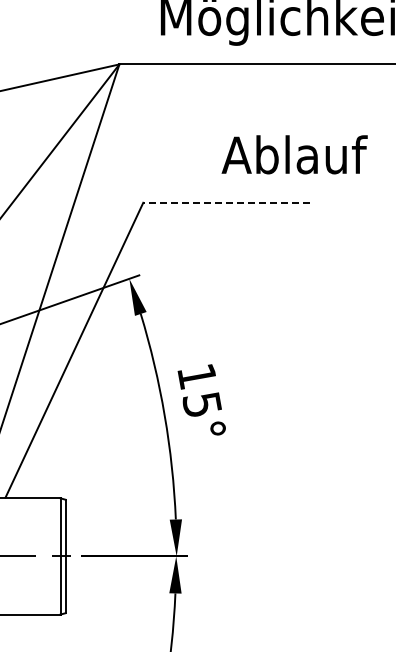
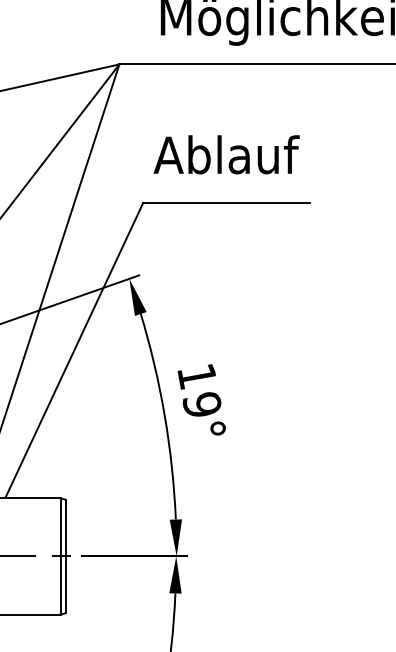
text at (294, 154) position: (294, 154) -> (226, 154)
line at (225, 202): dashed -> solid
text at (201, 404): 15° -> 19°
